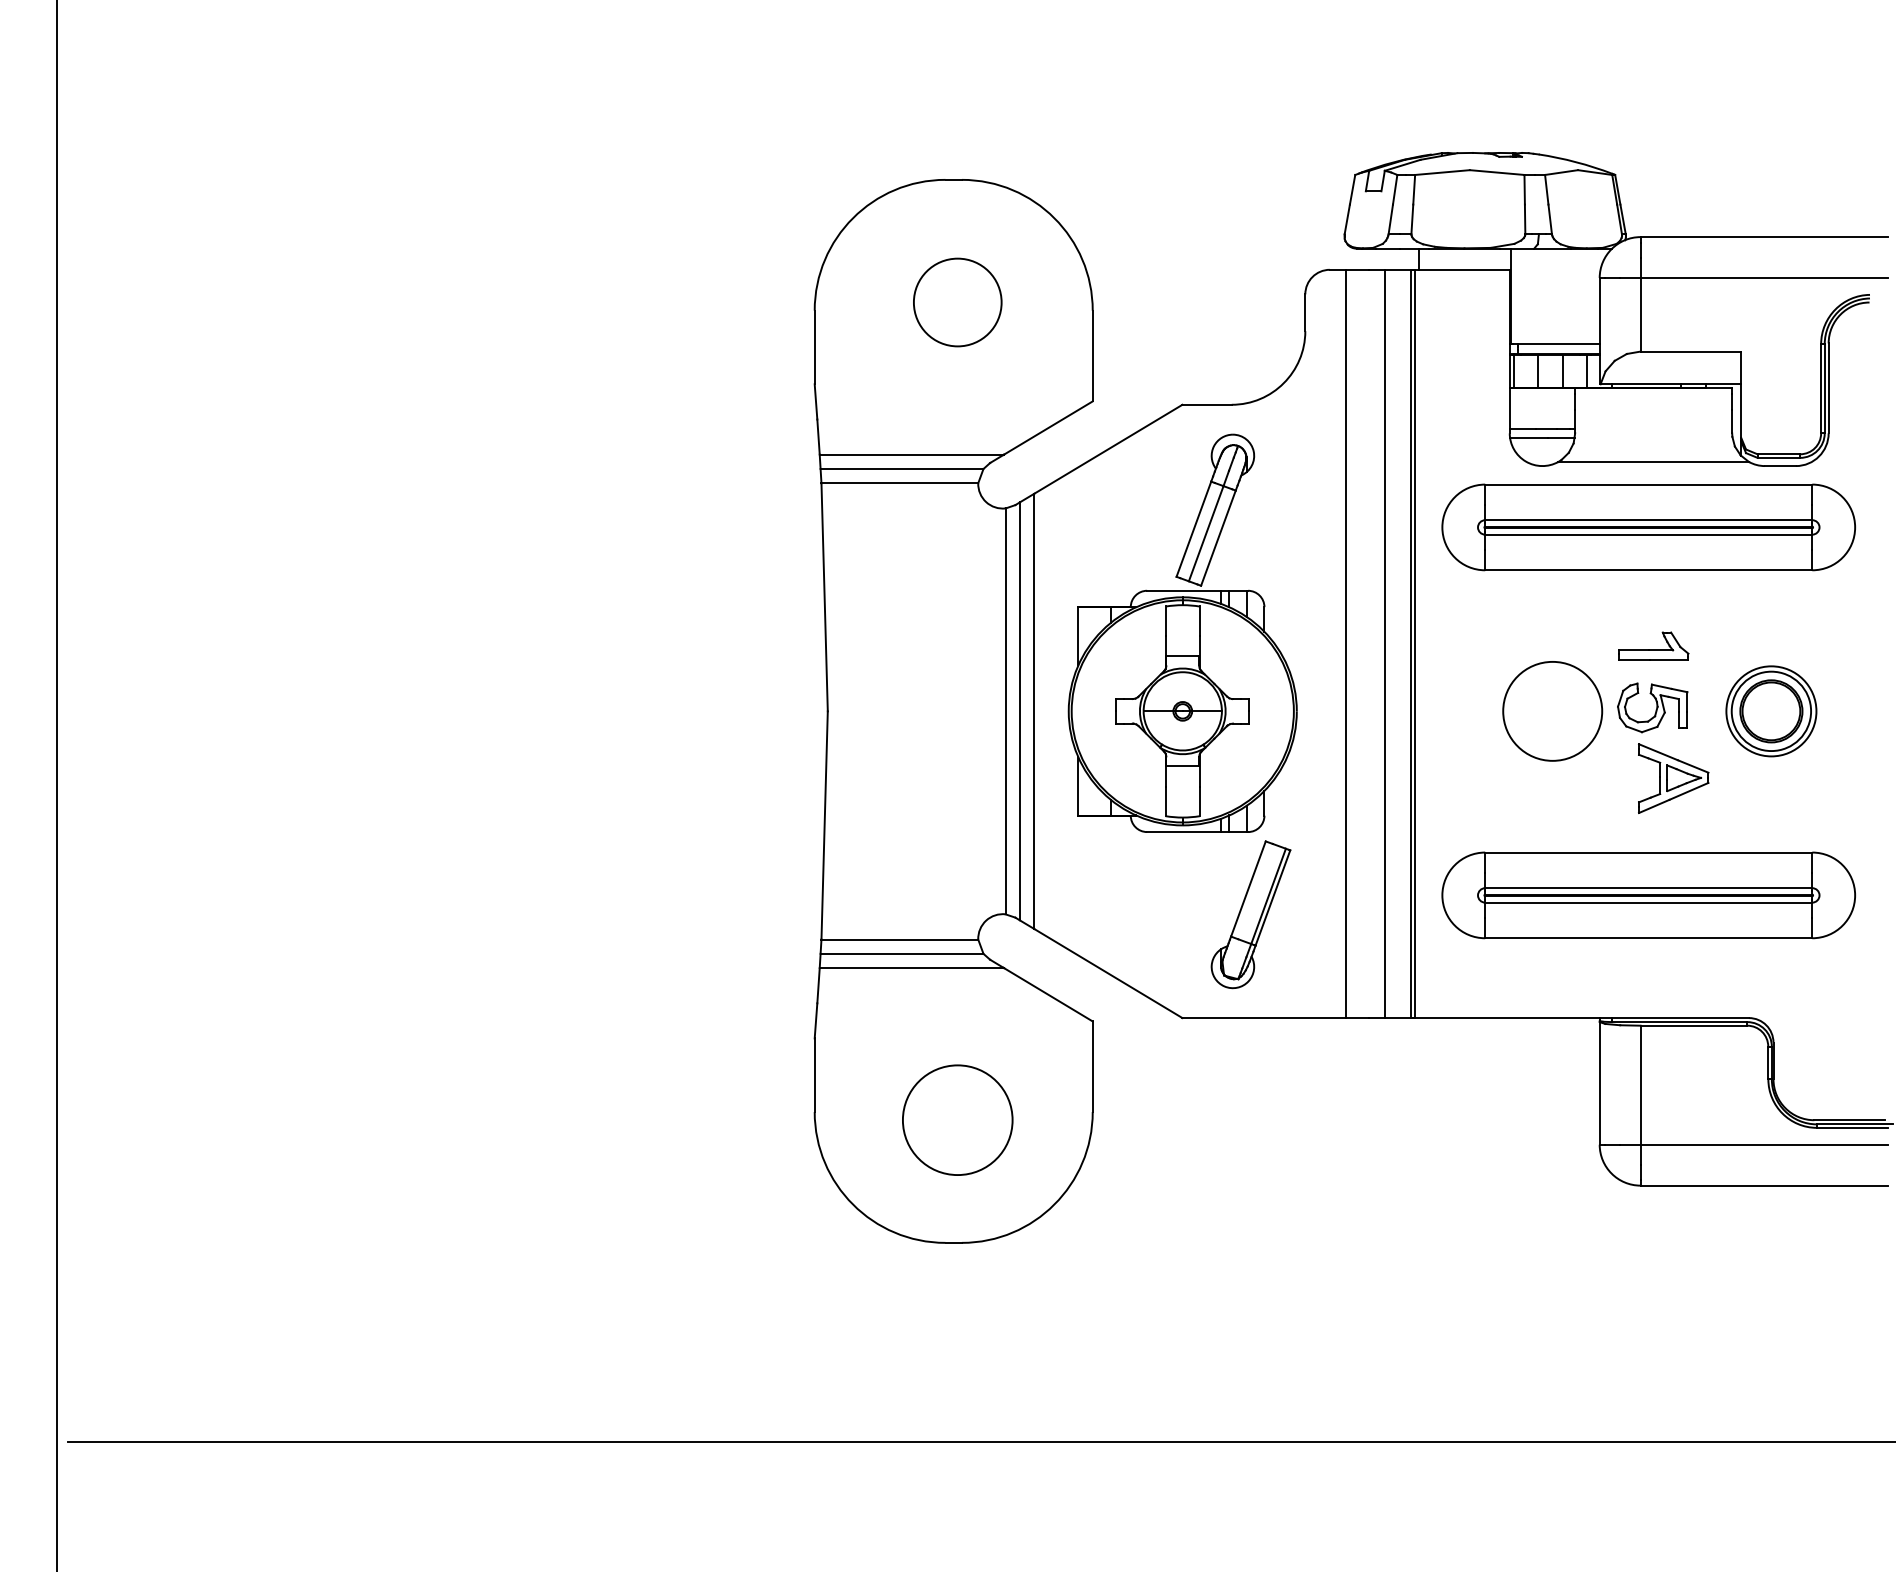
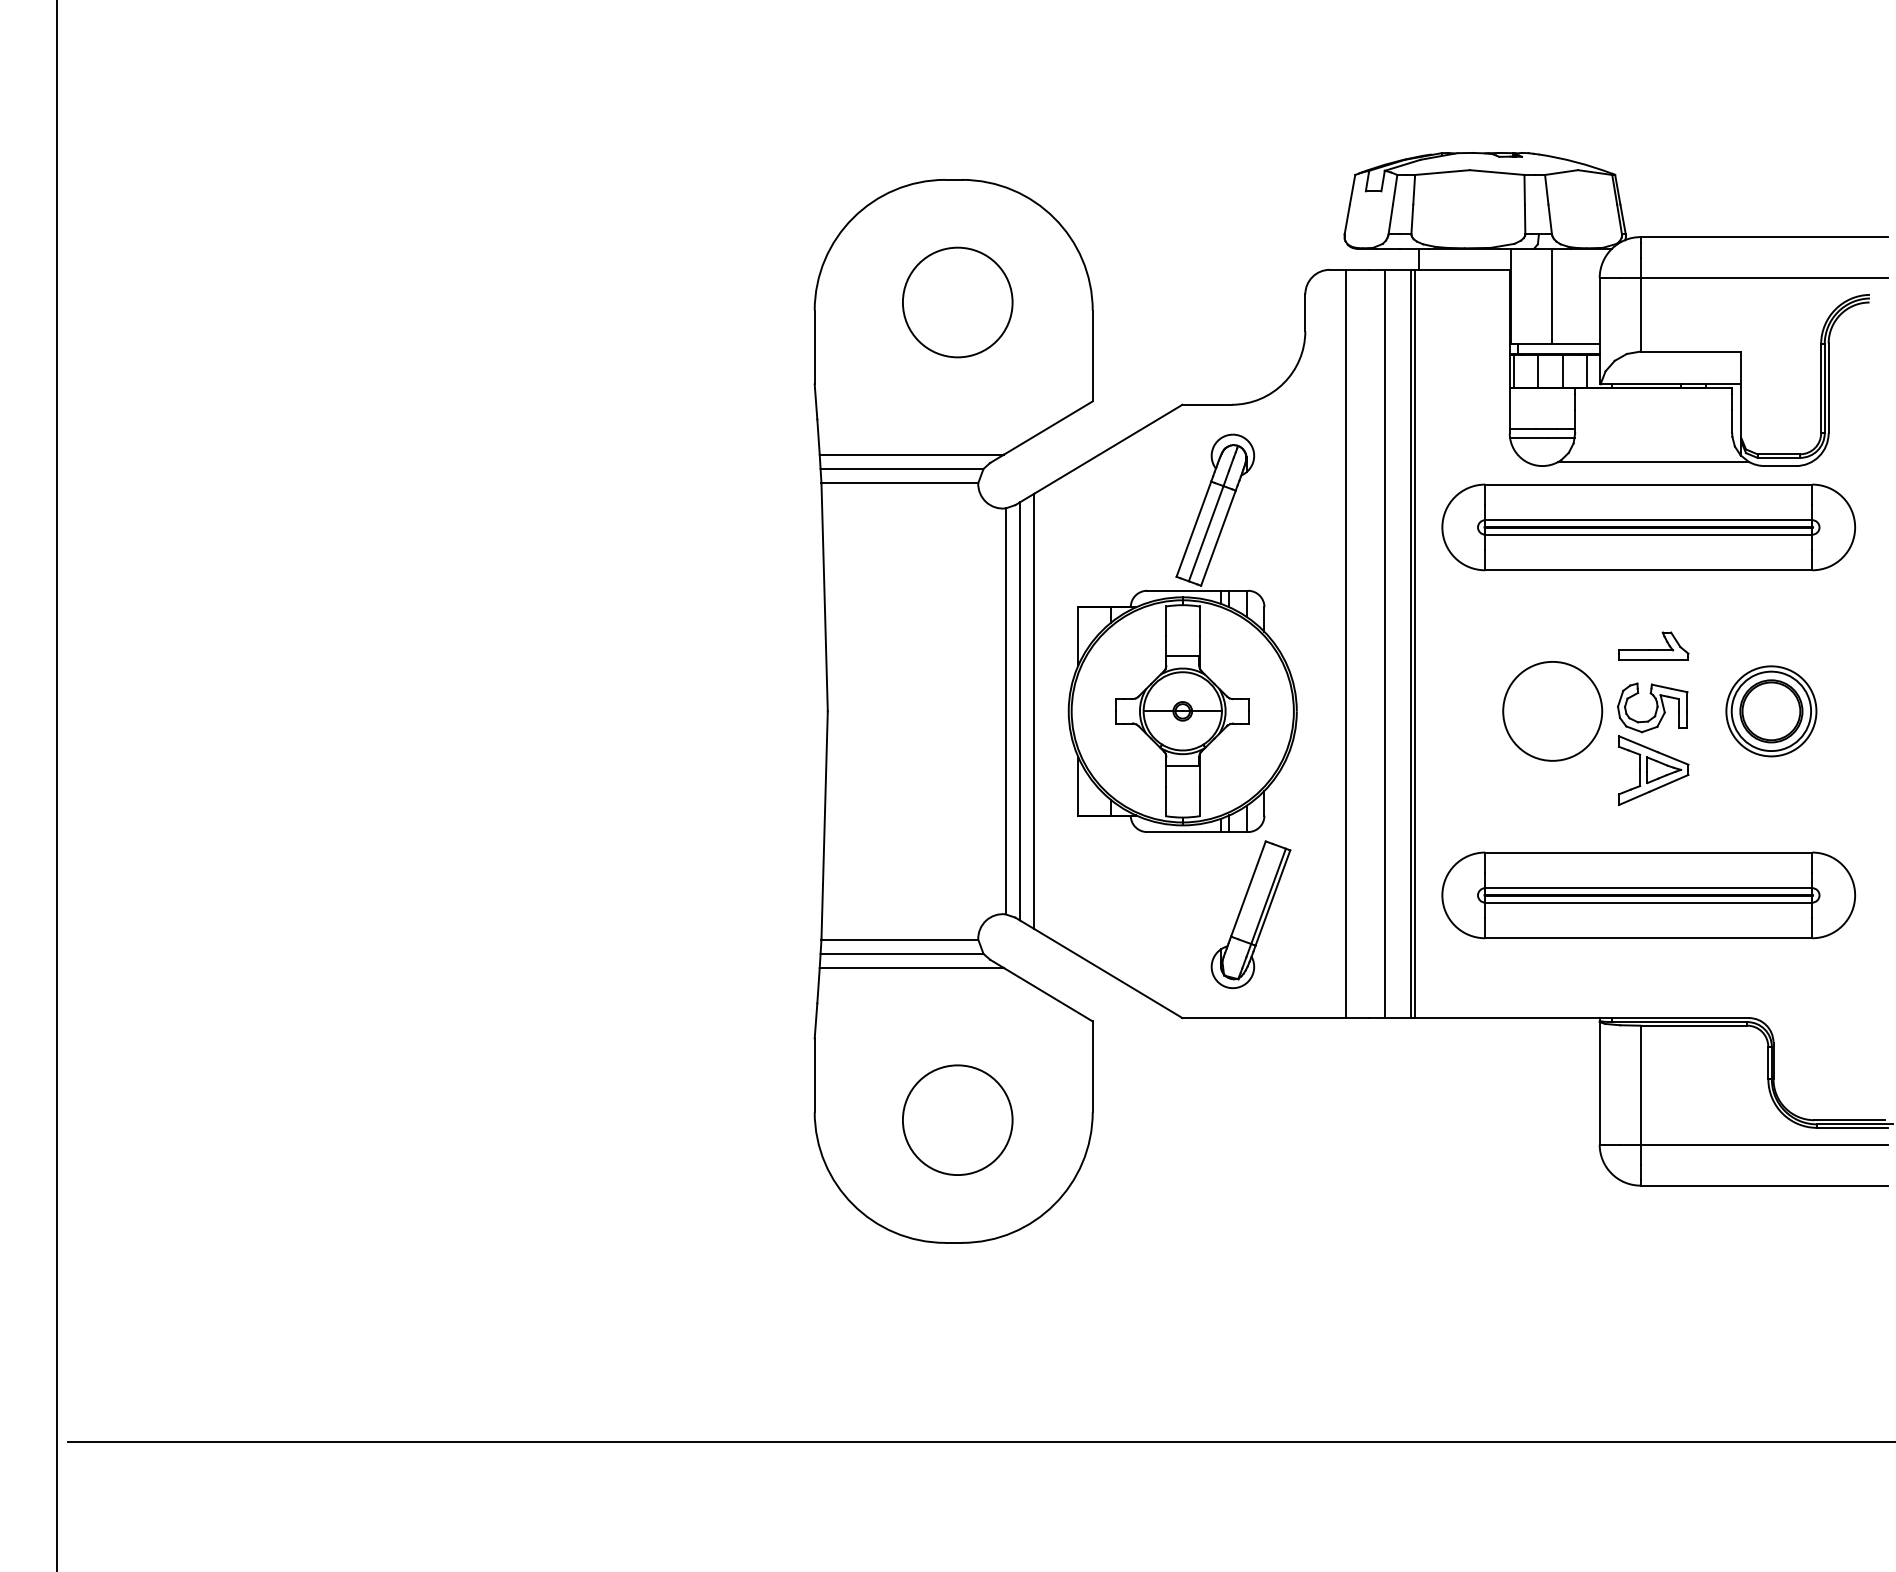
line at (1551, 296): none -> present
circle at (957, 302) diameter: 88 px -> 110 px
part at (1673, 778) position: (1673, 778) -> (1653, 770)
